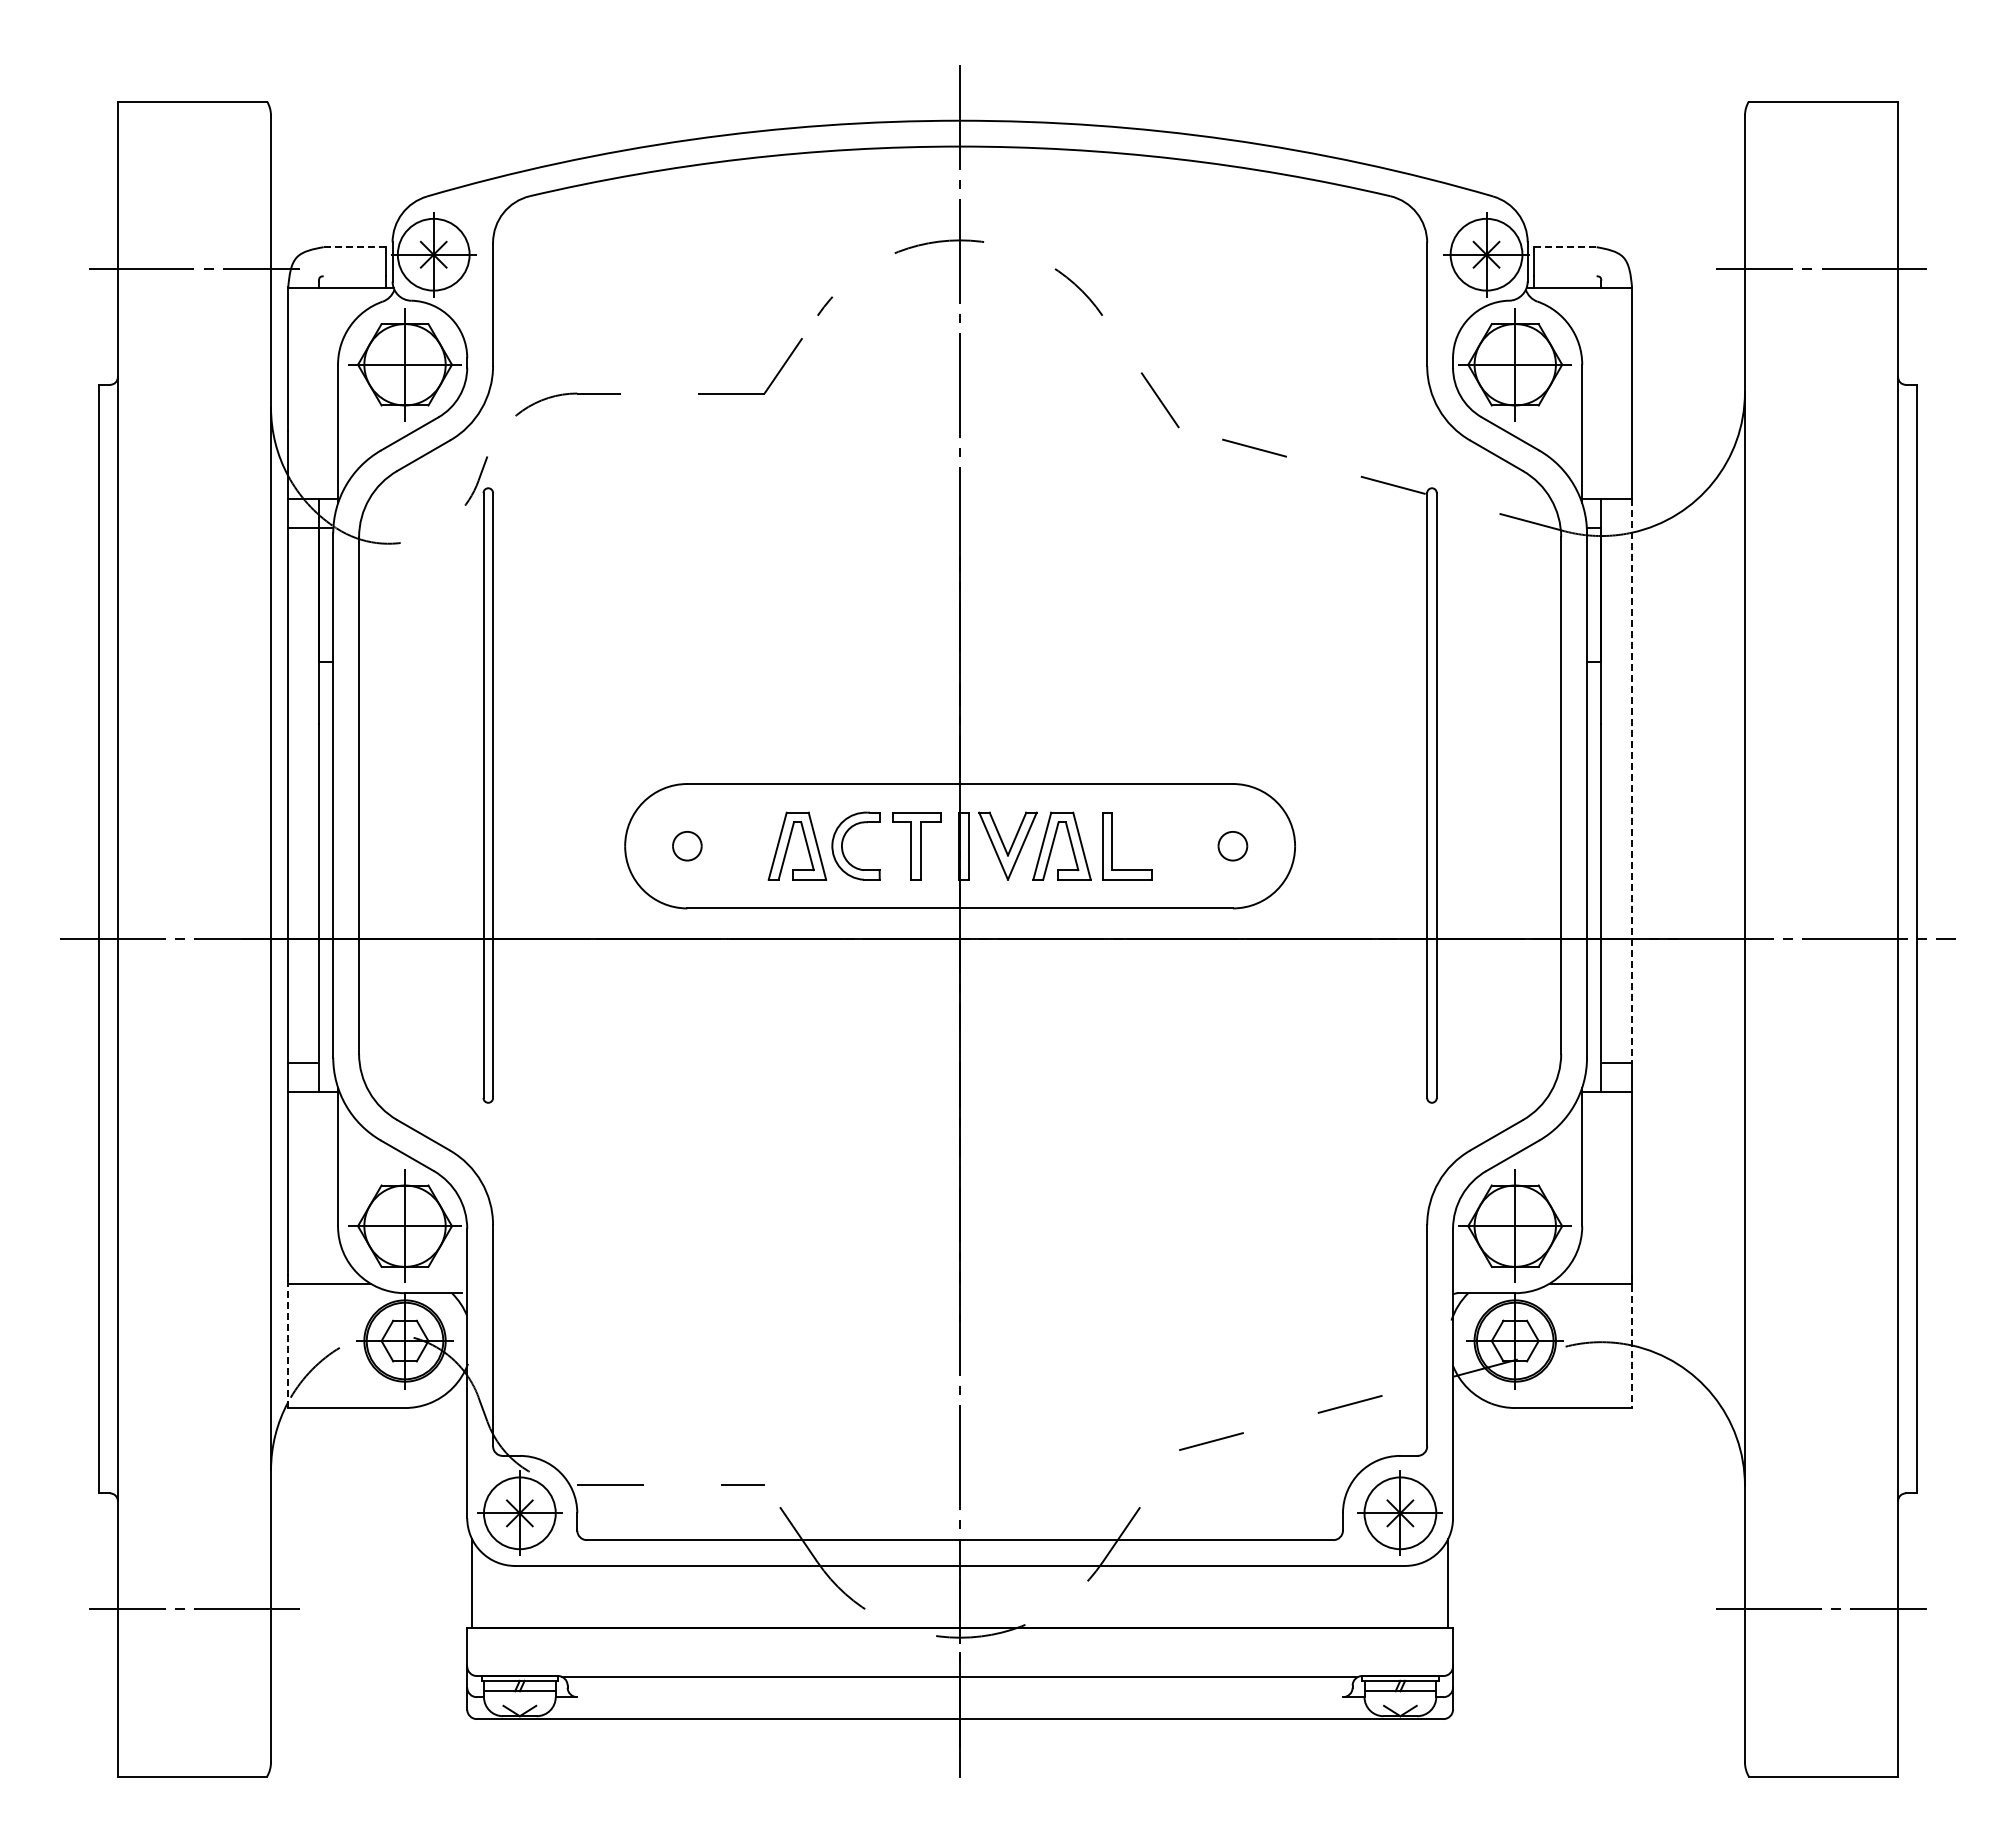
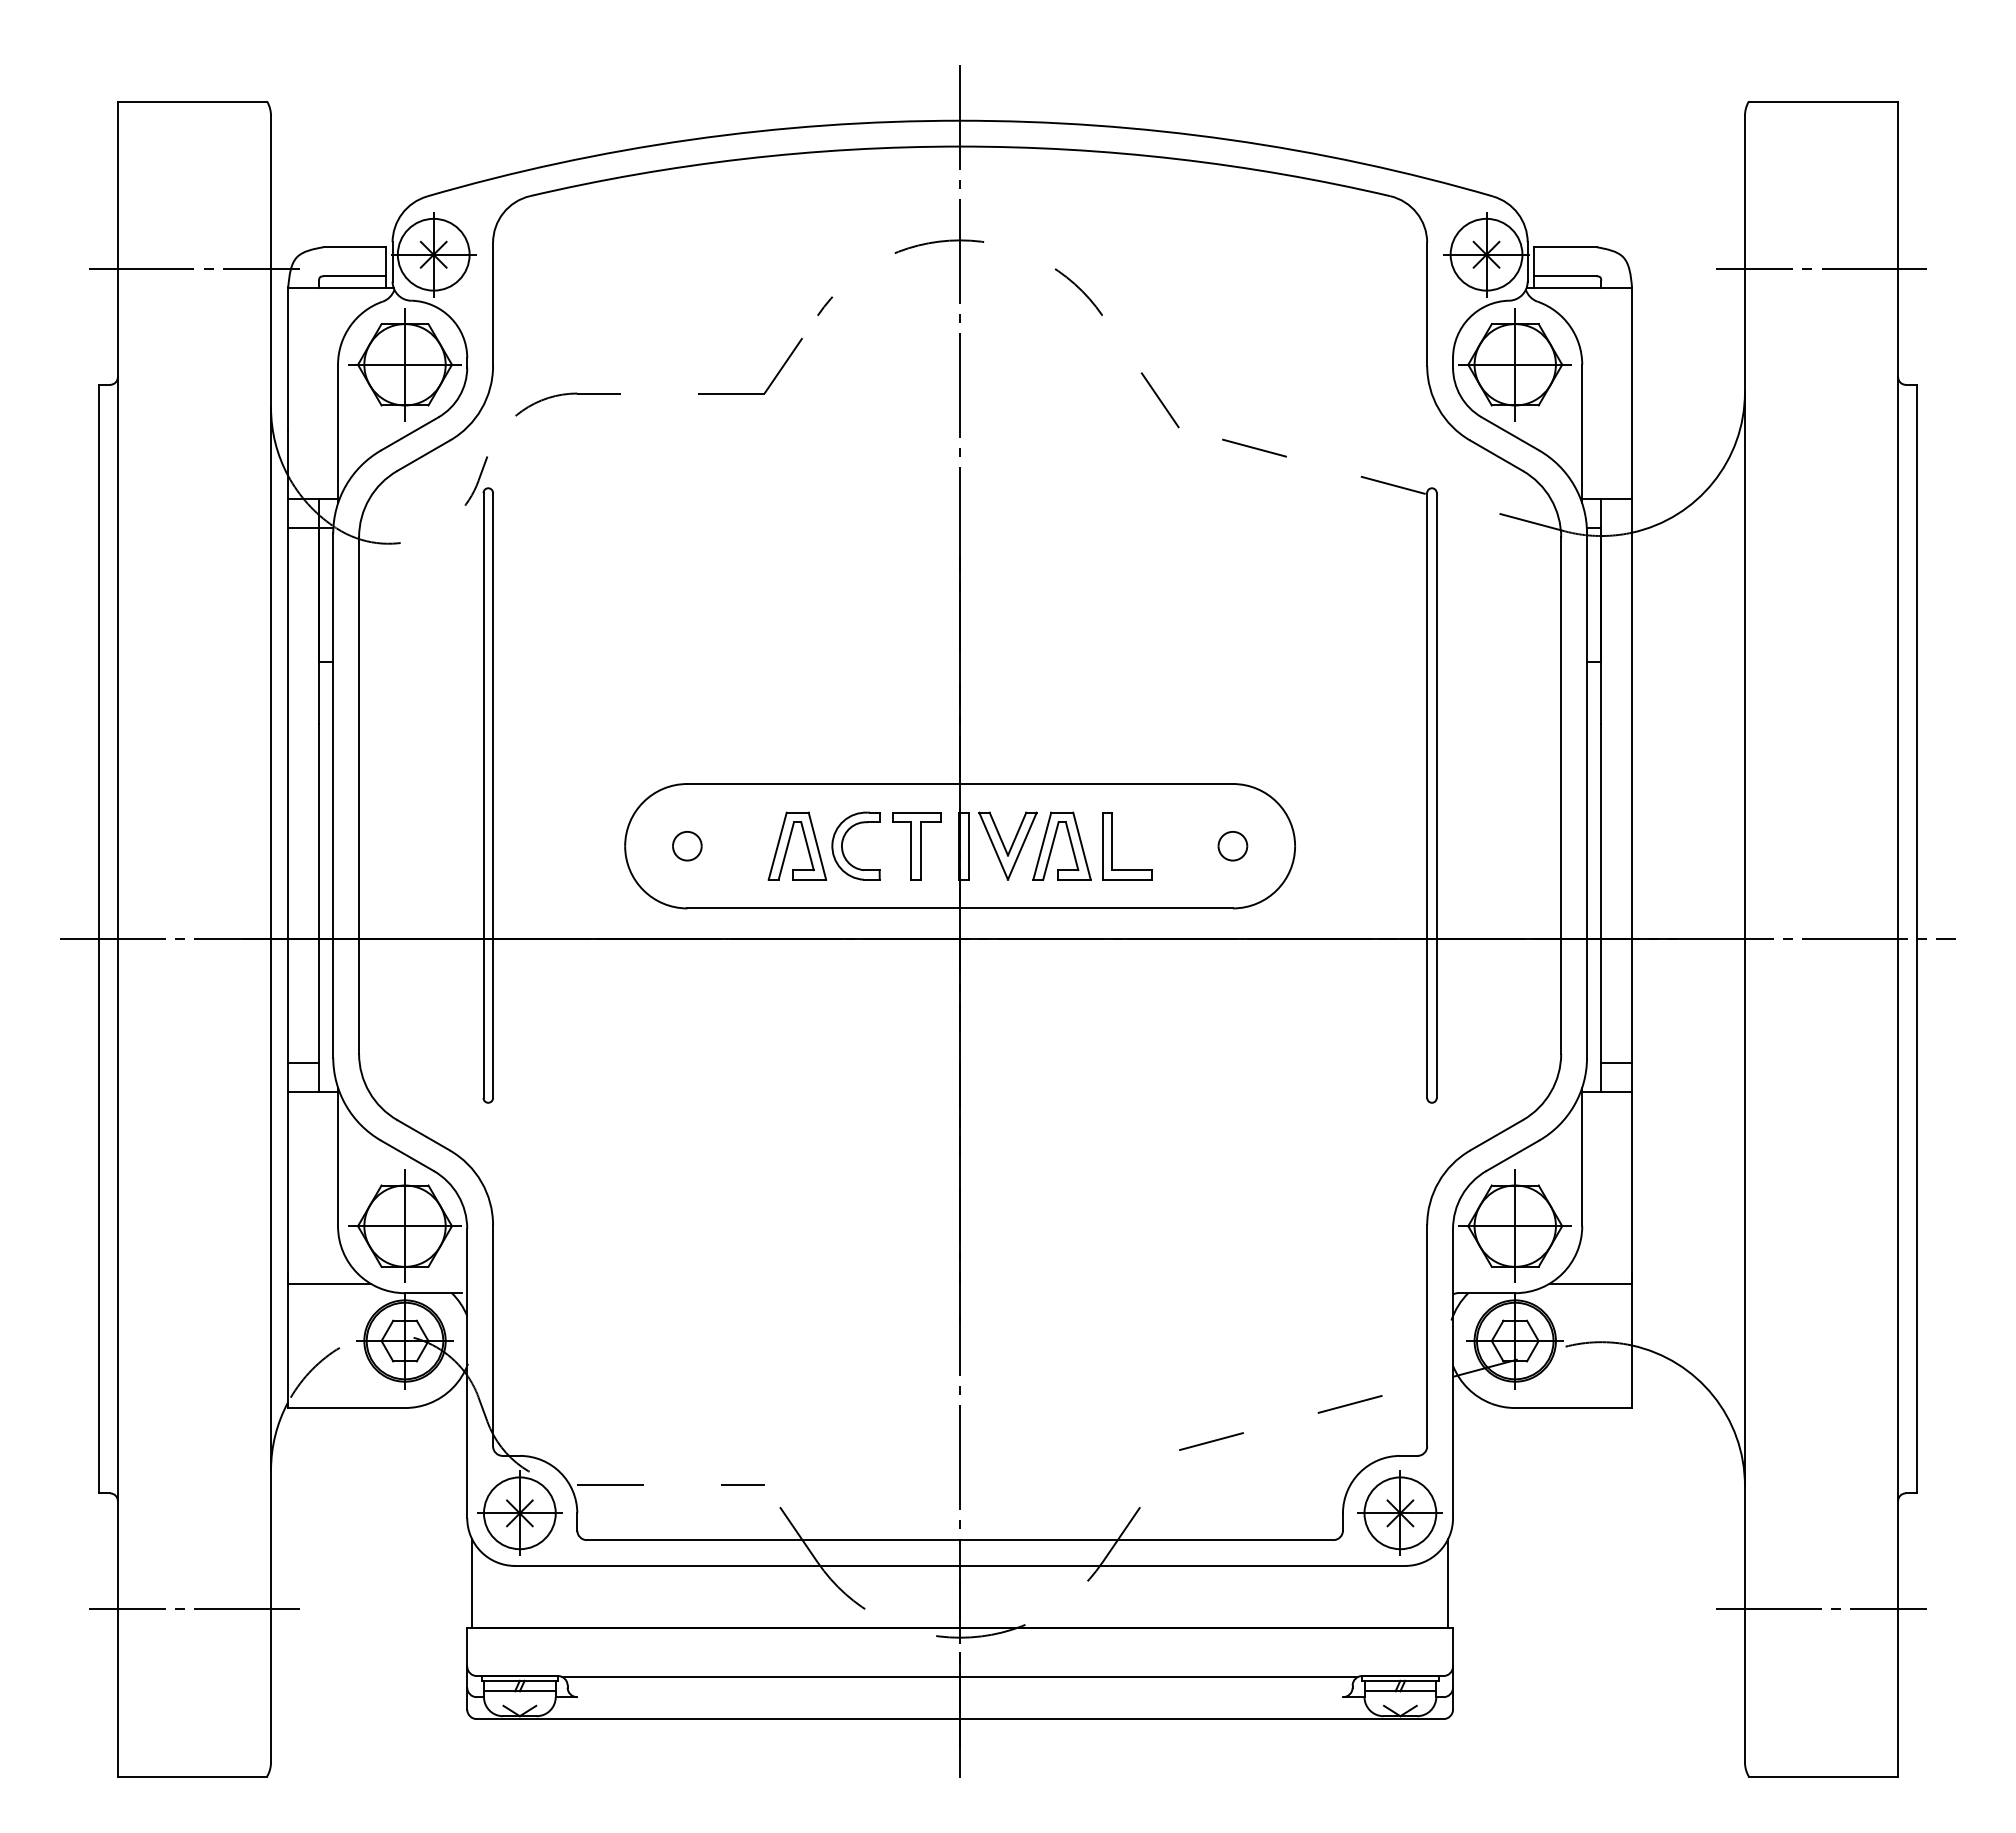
line at (355, 247): dashed -> solid
line at (1565, 247): dashed -> solid
line at (354, 276): none -> present
line at (1565, 276): none -> present
line at (1632, 781): dashed -> solid
line at (288, 1341): dashed -> solid
line at (1632, 1341): dashed -> solid
